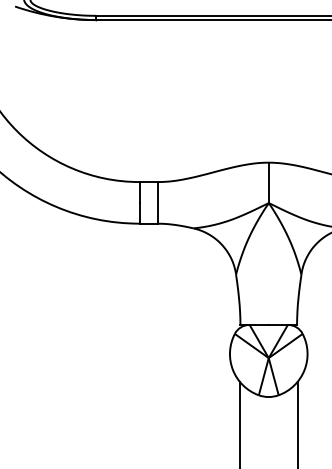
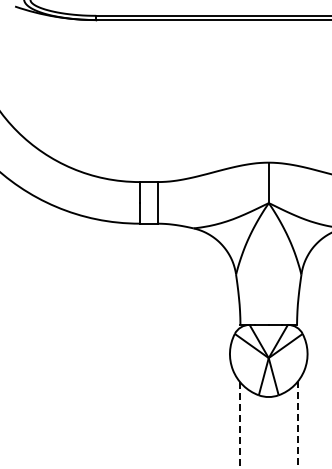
line at (297, 424): solid -> dashed
line at (239, 425): solid -> dashed
